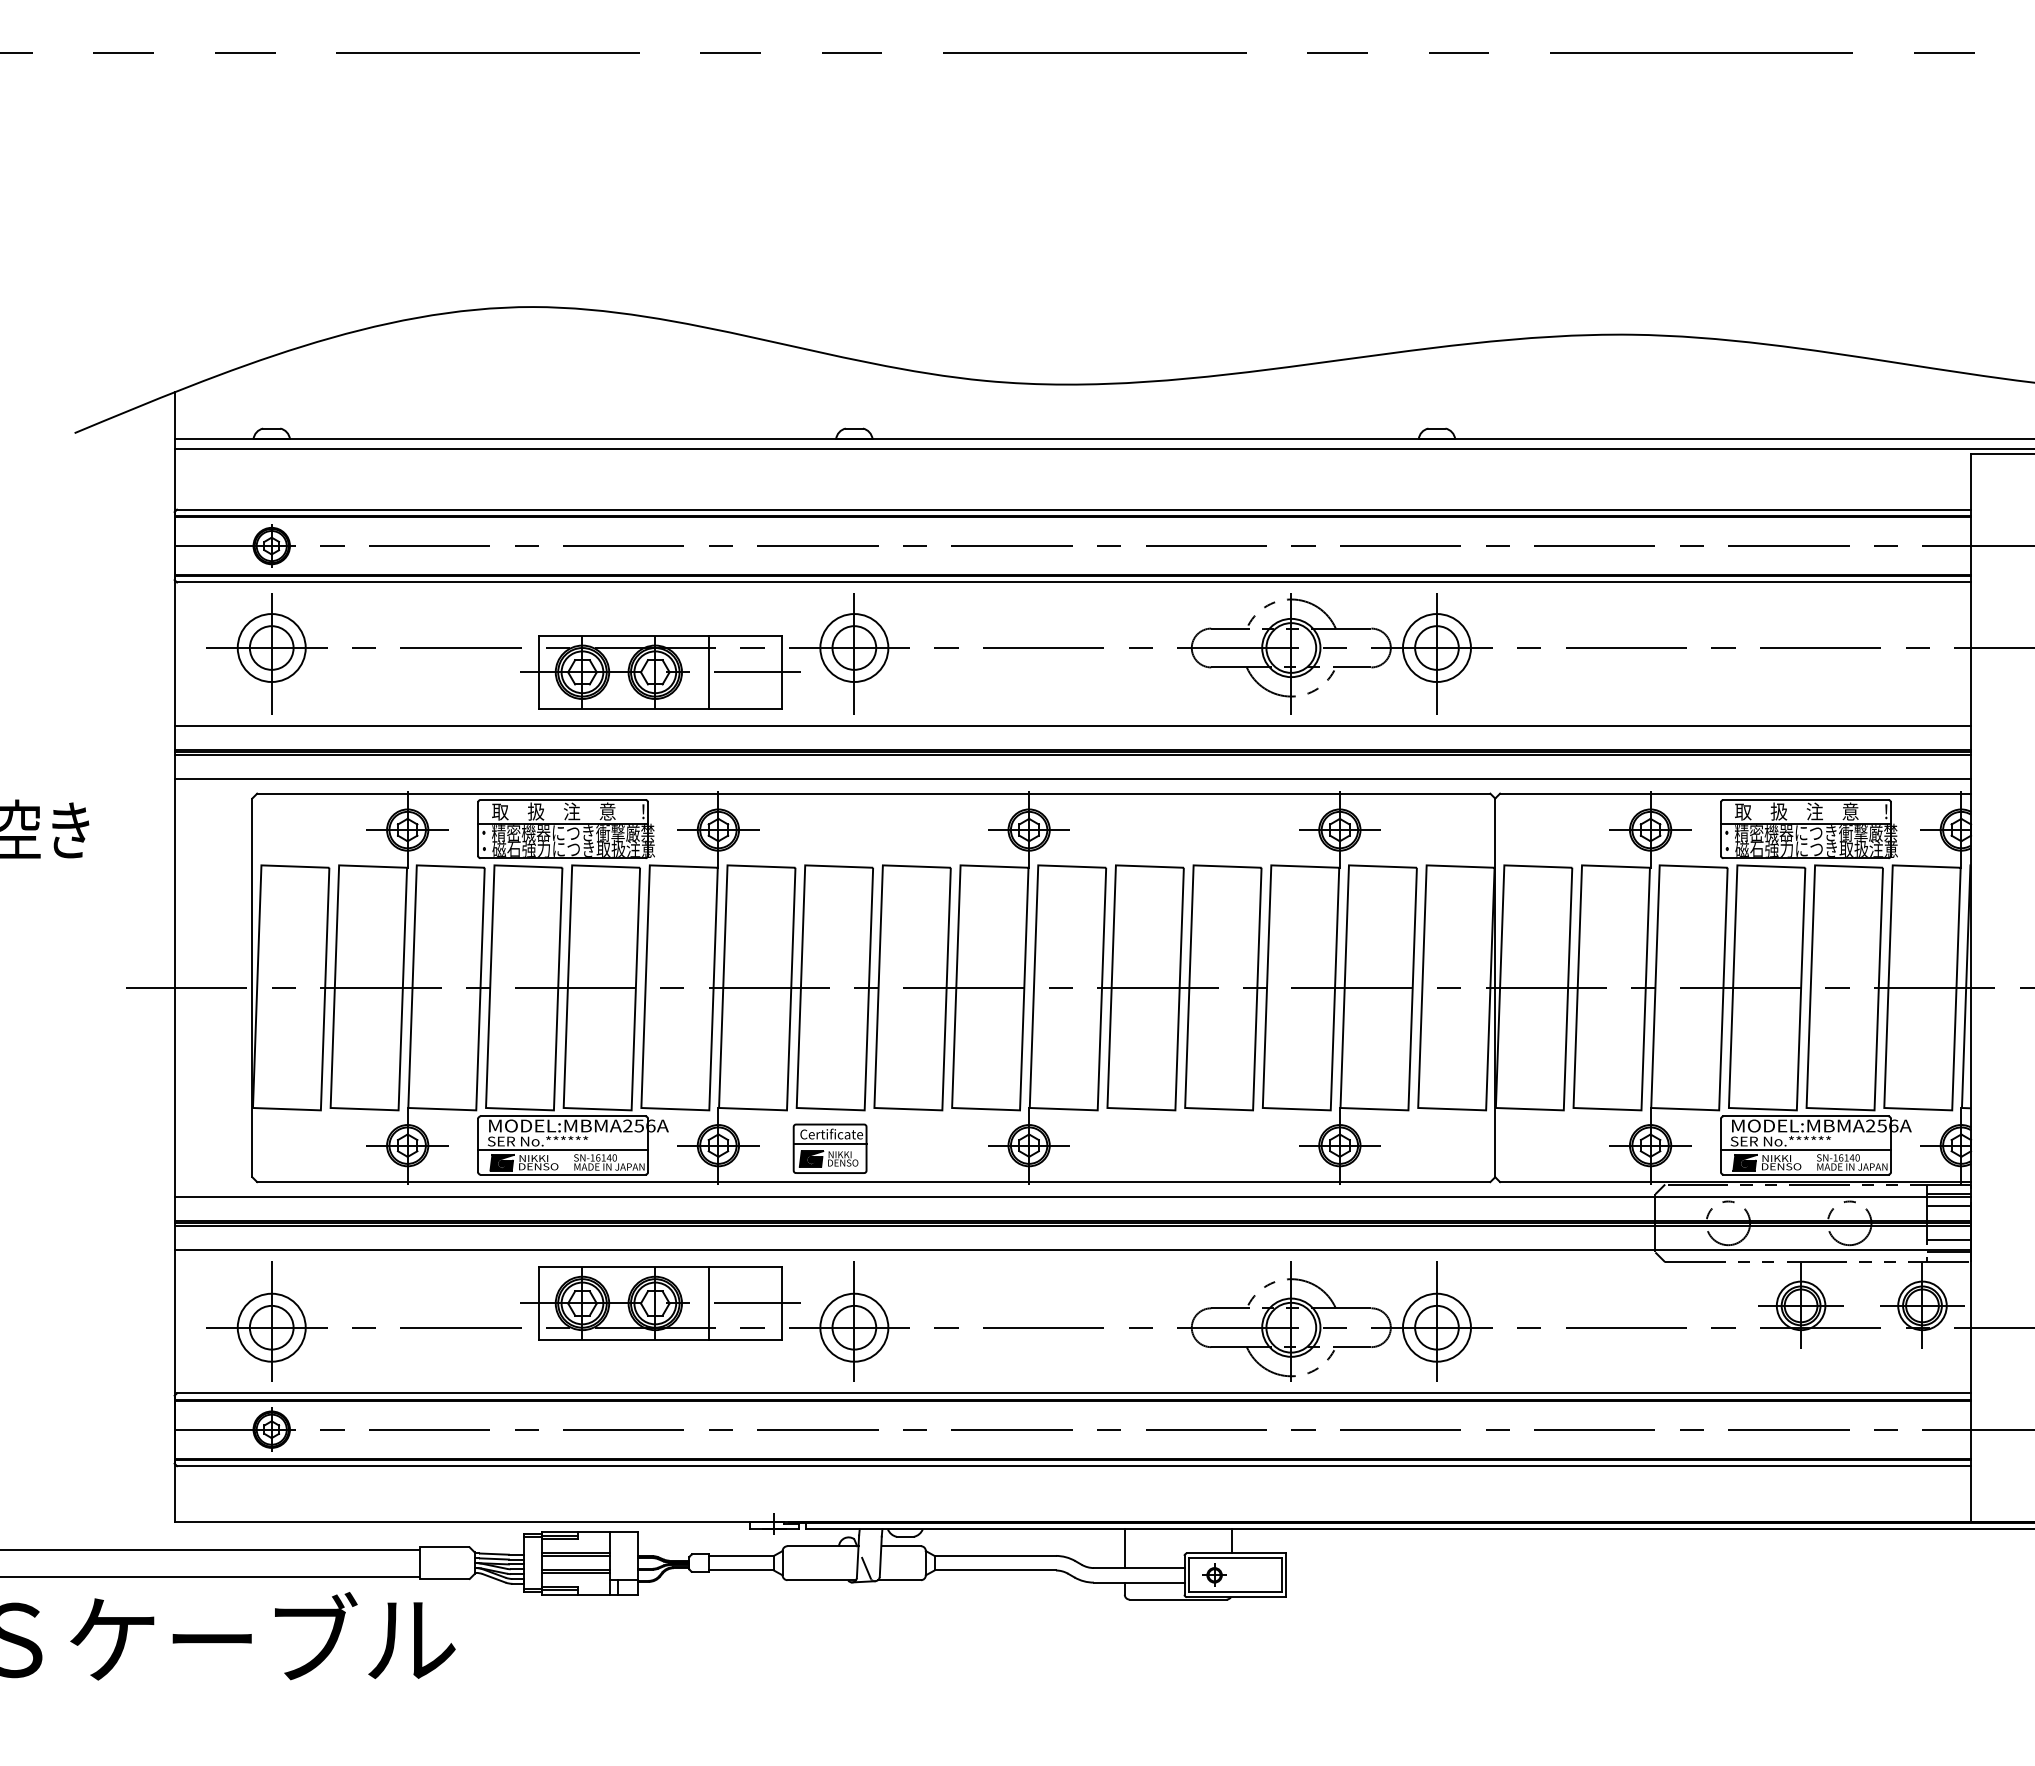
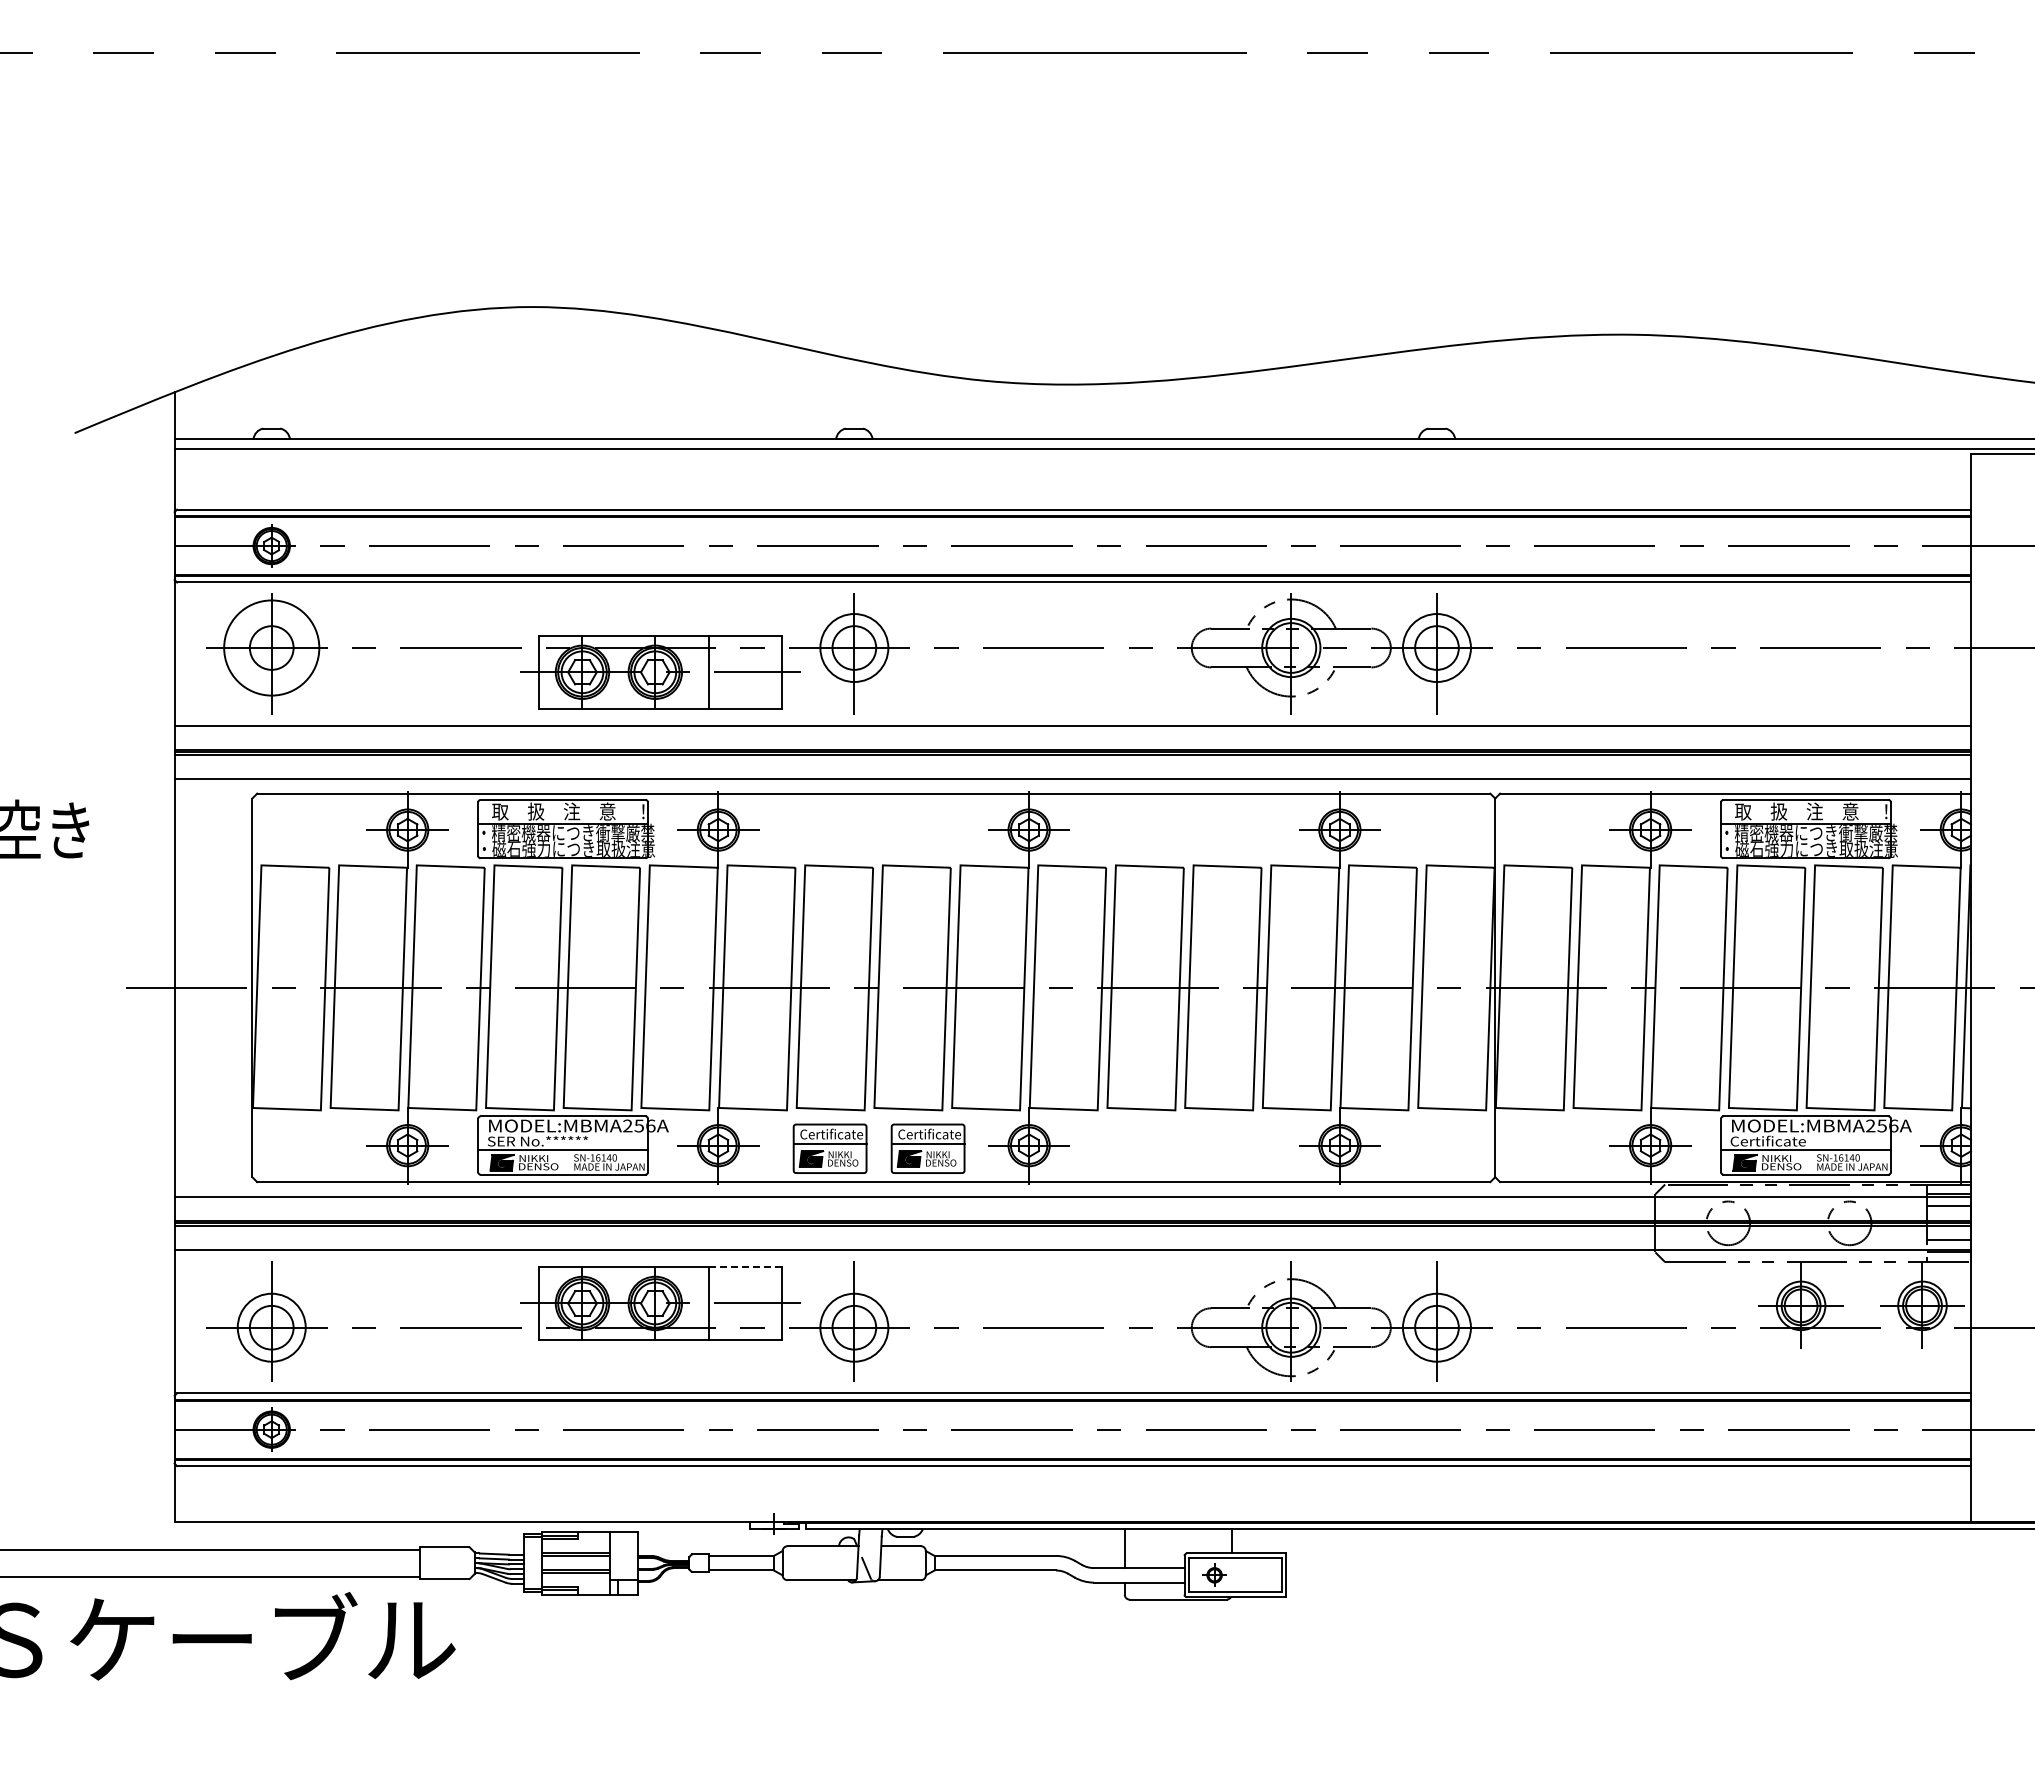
circle at (271, 648) diameter: 68 px -> 95 px
text at (1780, 1140): SER No.****** -> Certificate
part at (927, 1148): none -> present
line at (745, 1267): solid -> dashed
